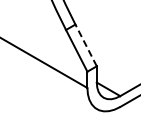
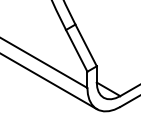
line at (85, 45): dashed -> solid
line at (49, 81): none -> present
